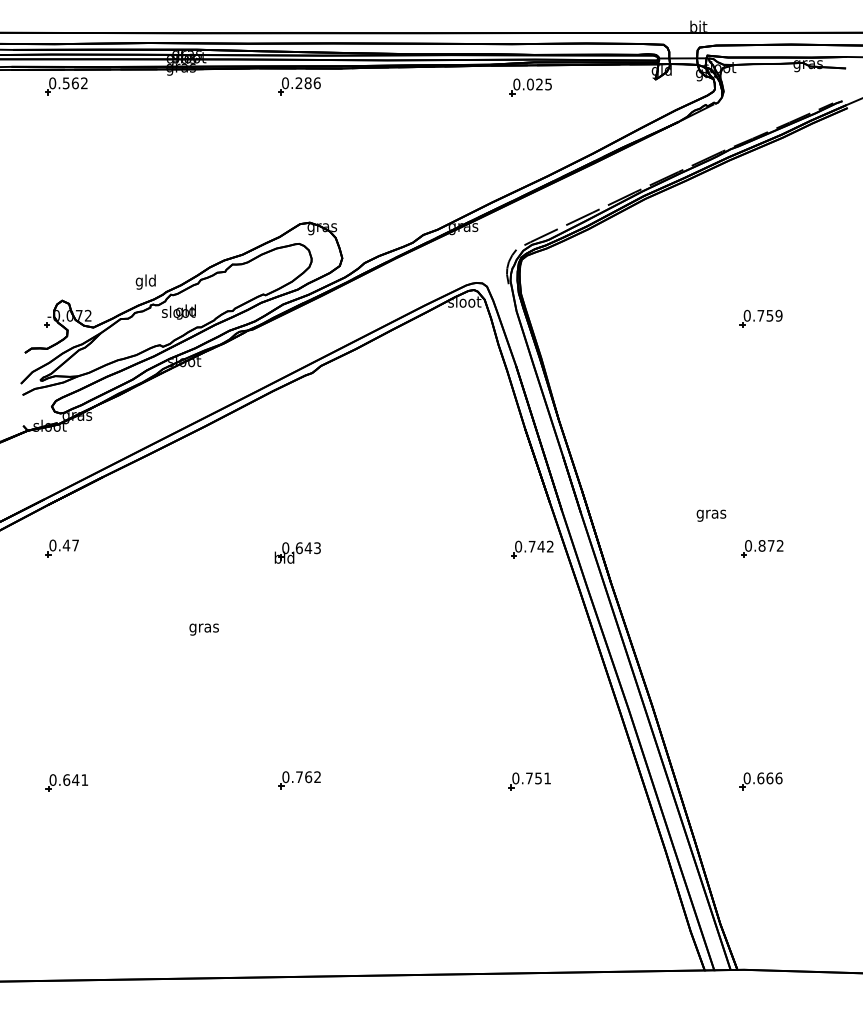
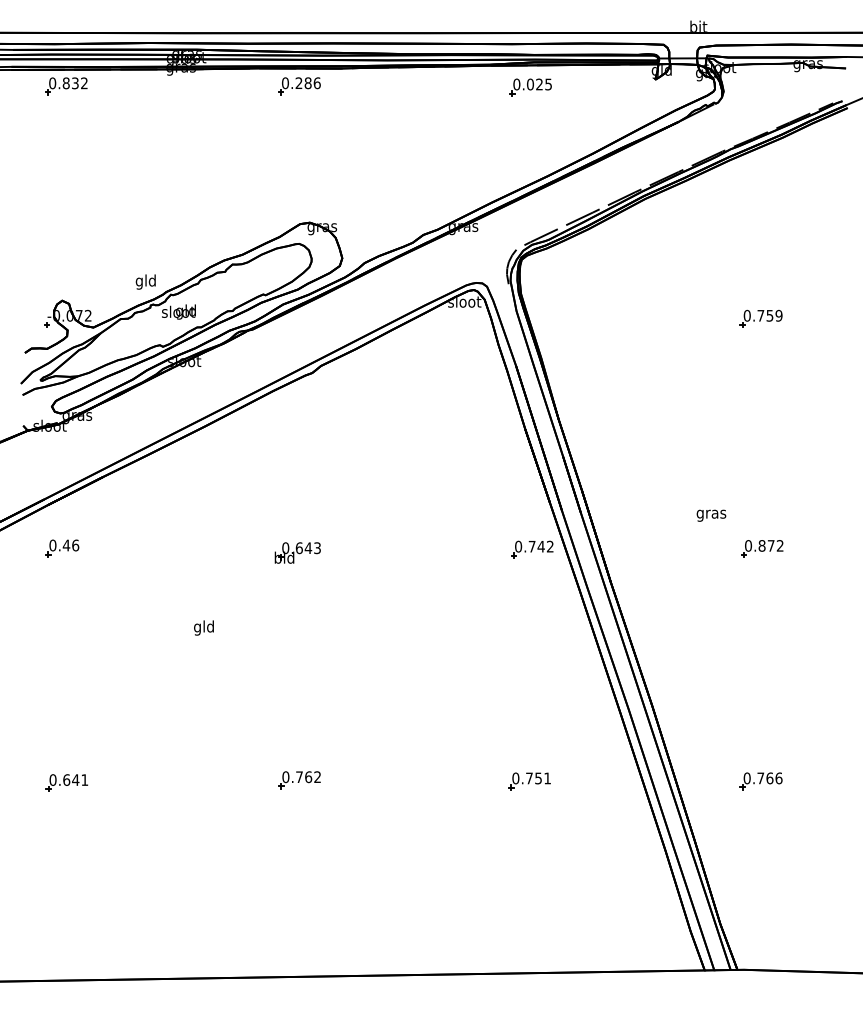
text at (70, 83): 0.562 -> 0.832
text at (75, 545): 0.47 -> 0.46
text at (203, 627): gras -> gld
text at (760, 778): 0.666 -> 0.766
